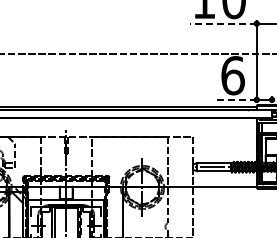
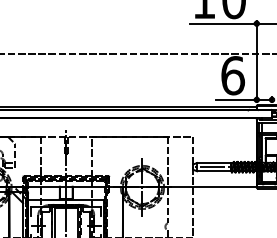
line at (222, 23): dashed -> solid
line at (235, 99): dashed -> solid
